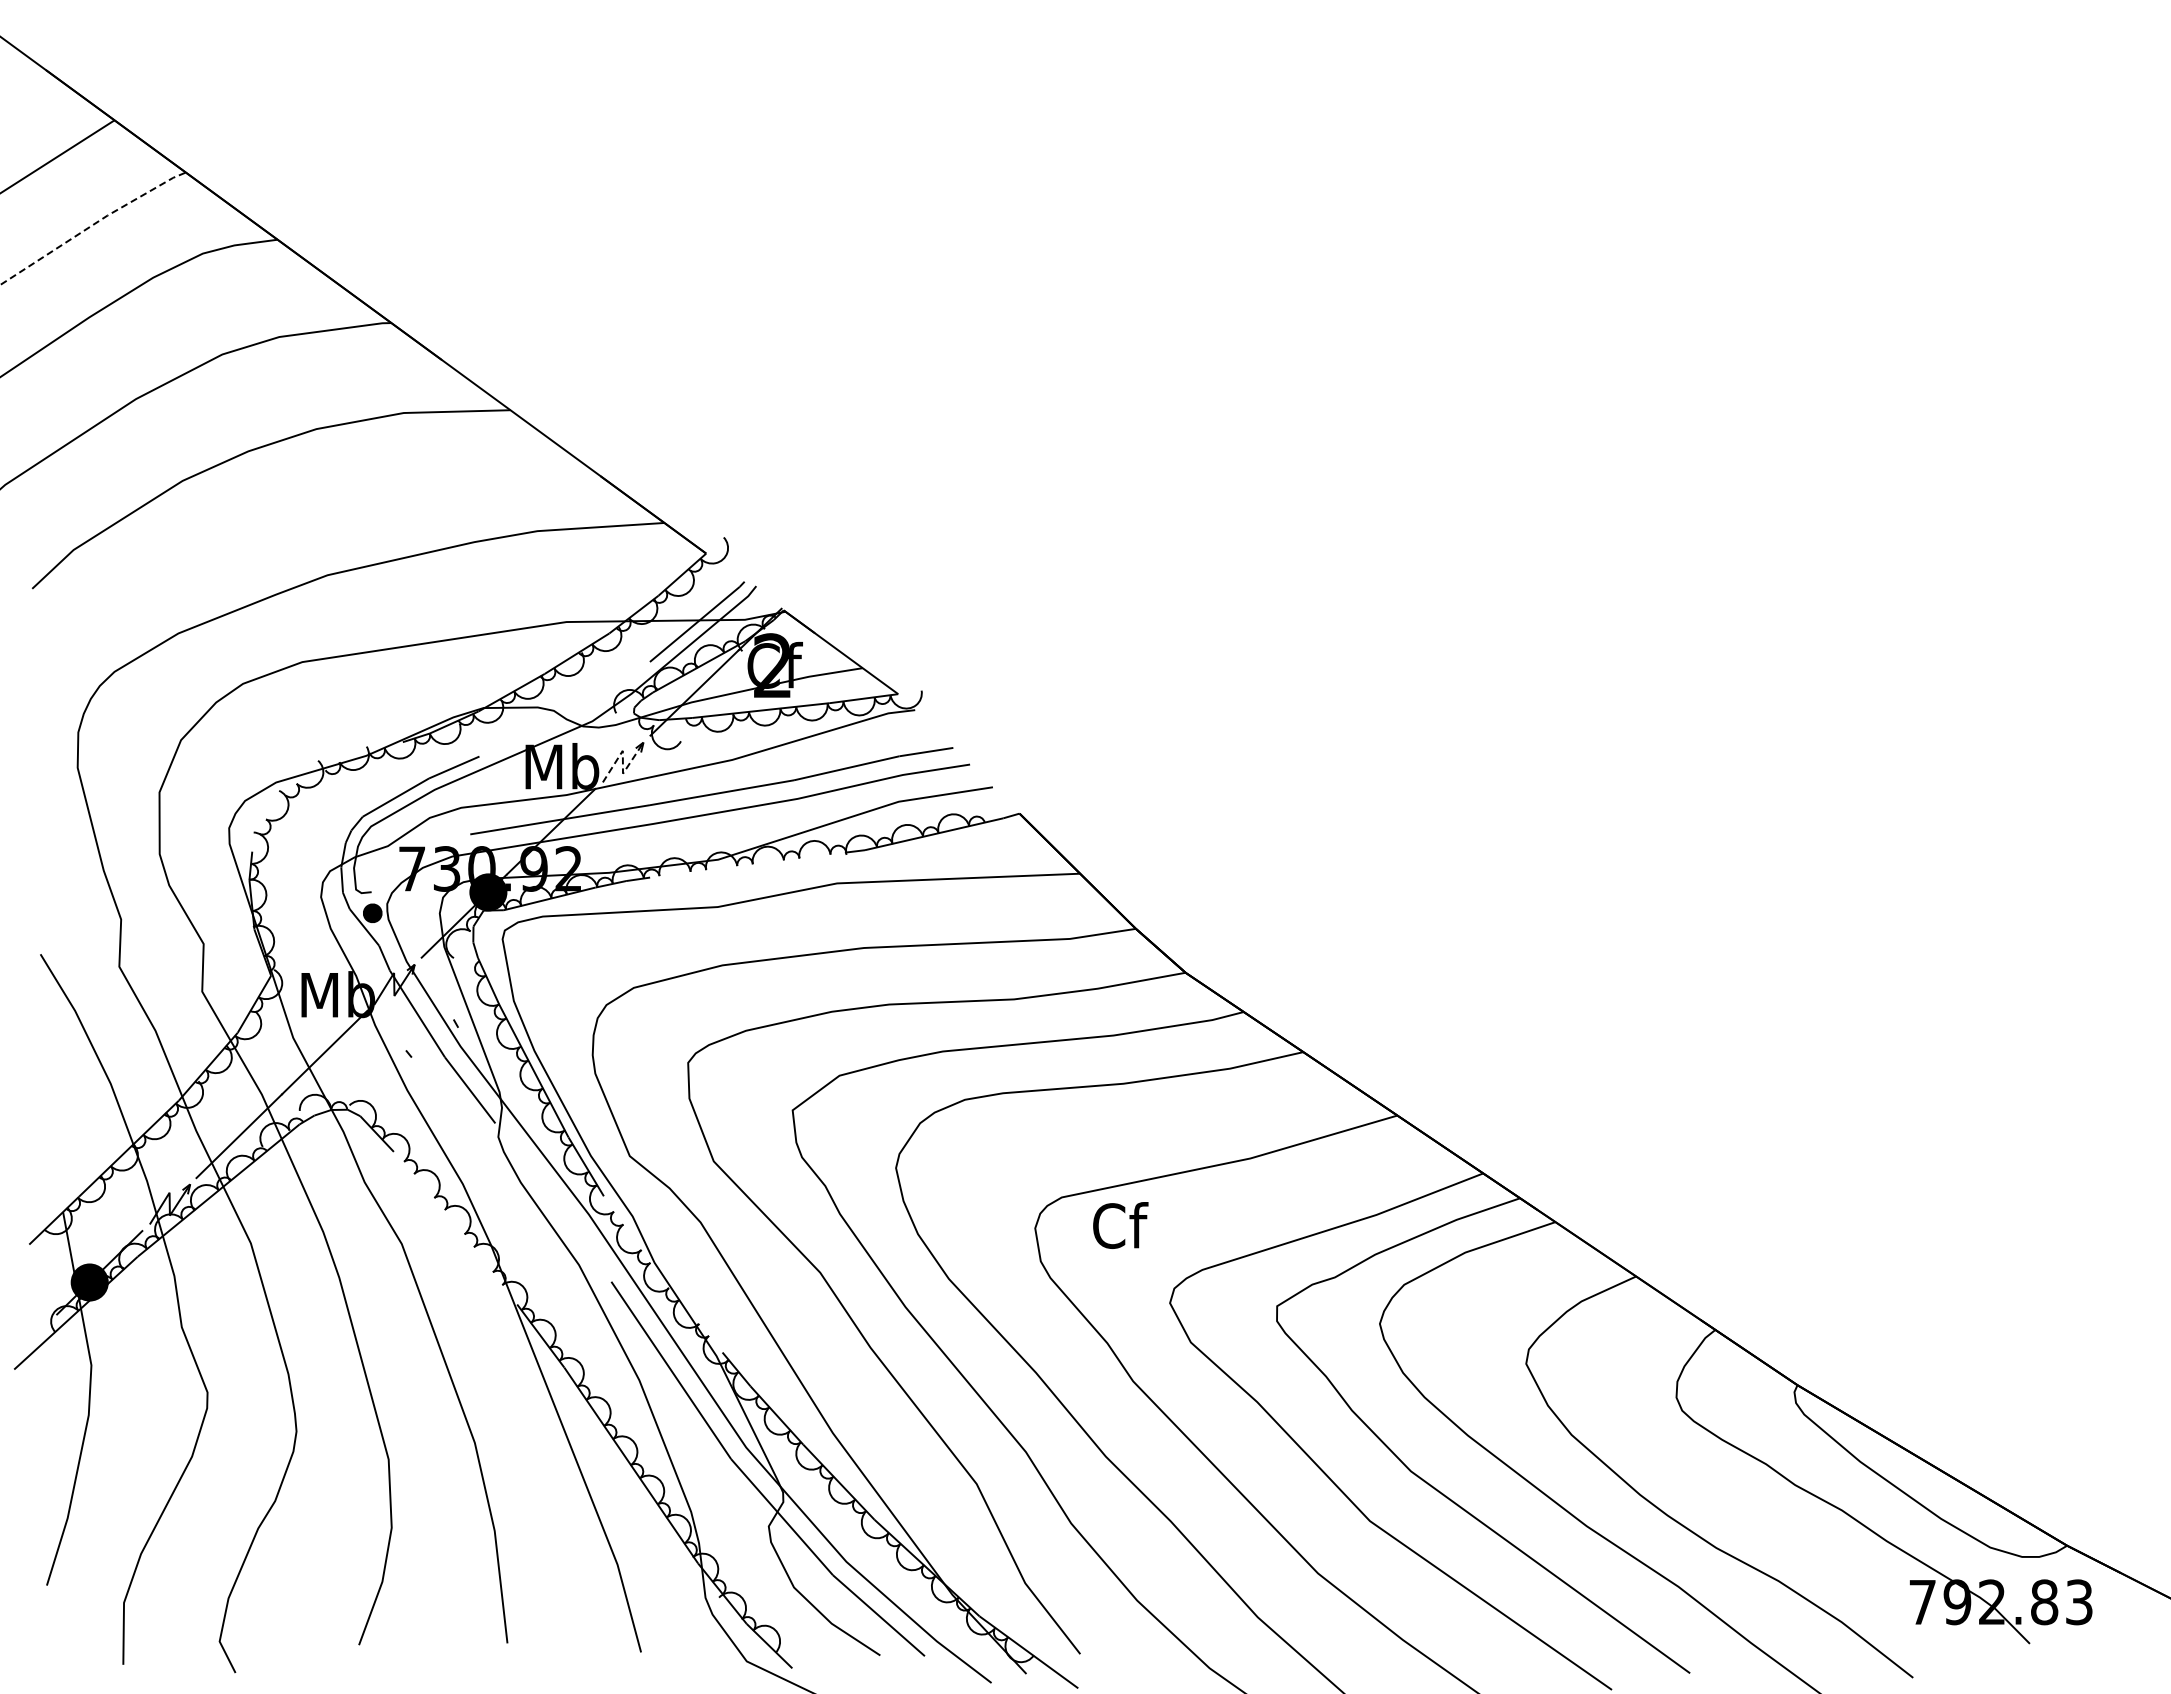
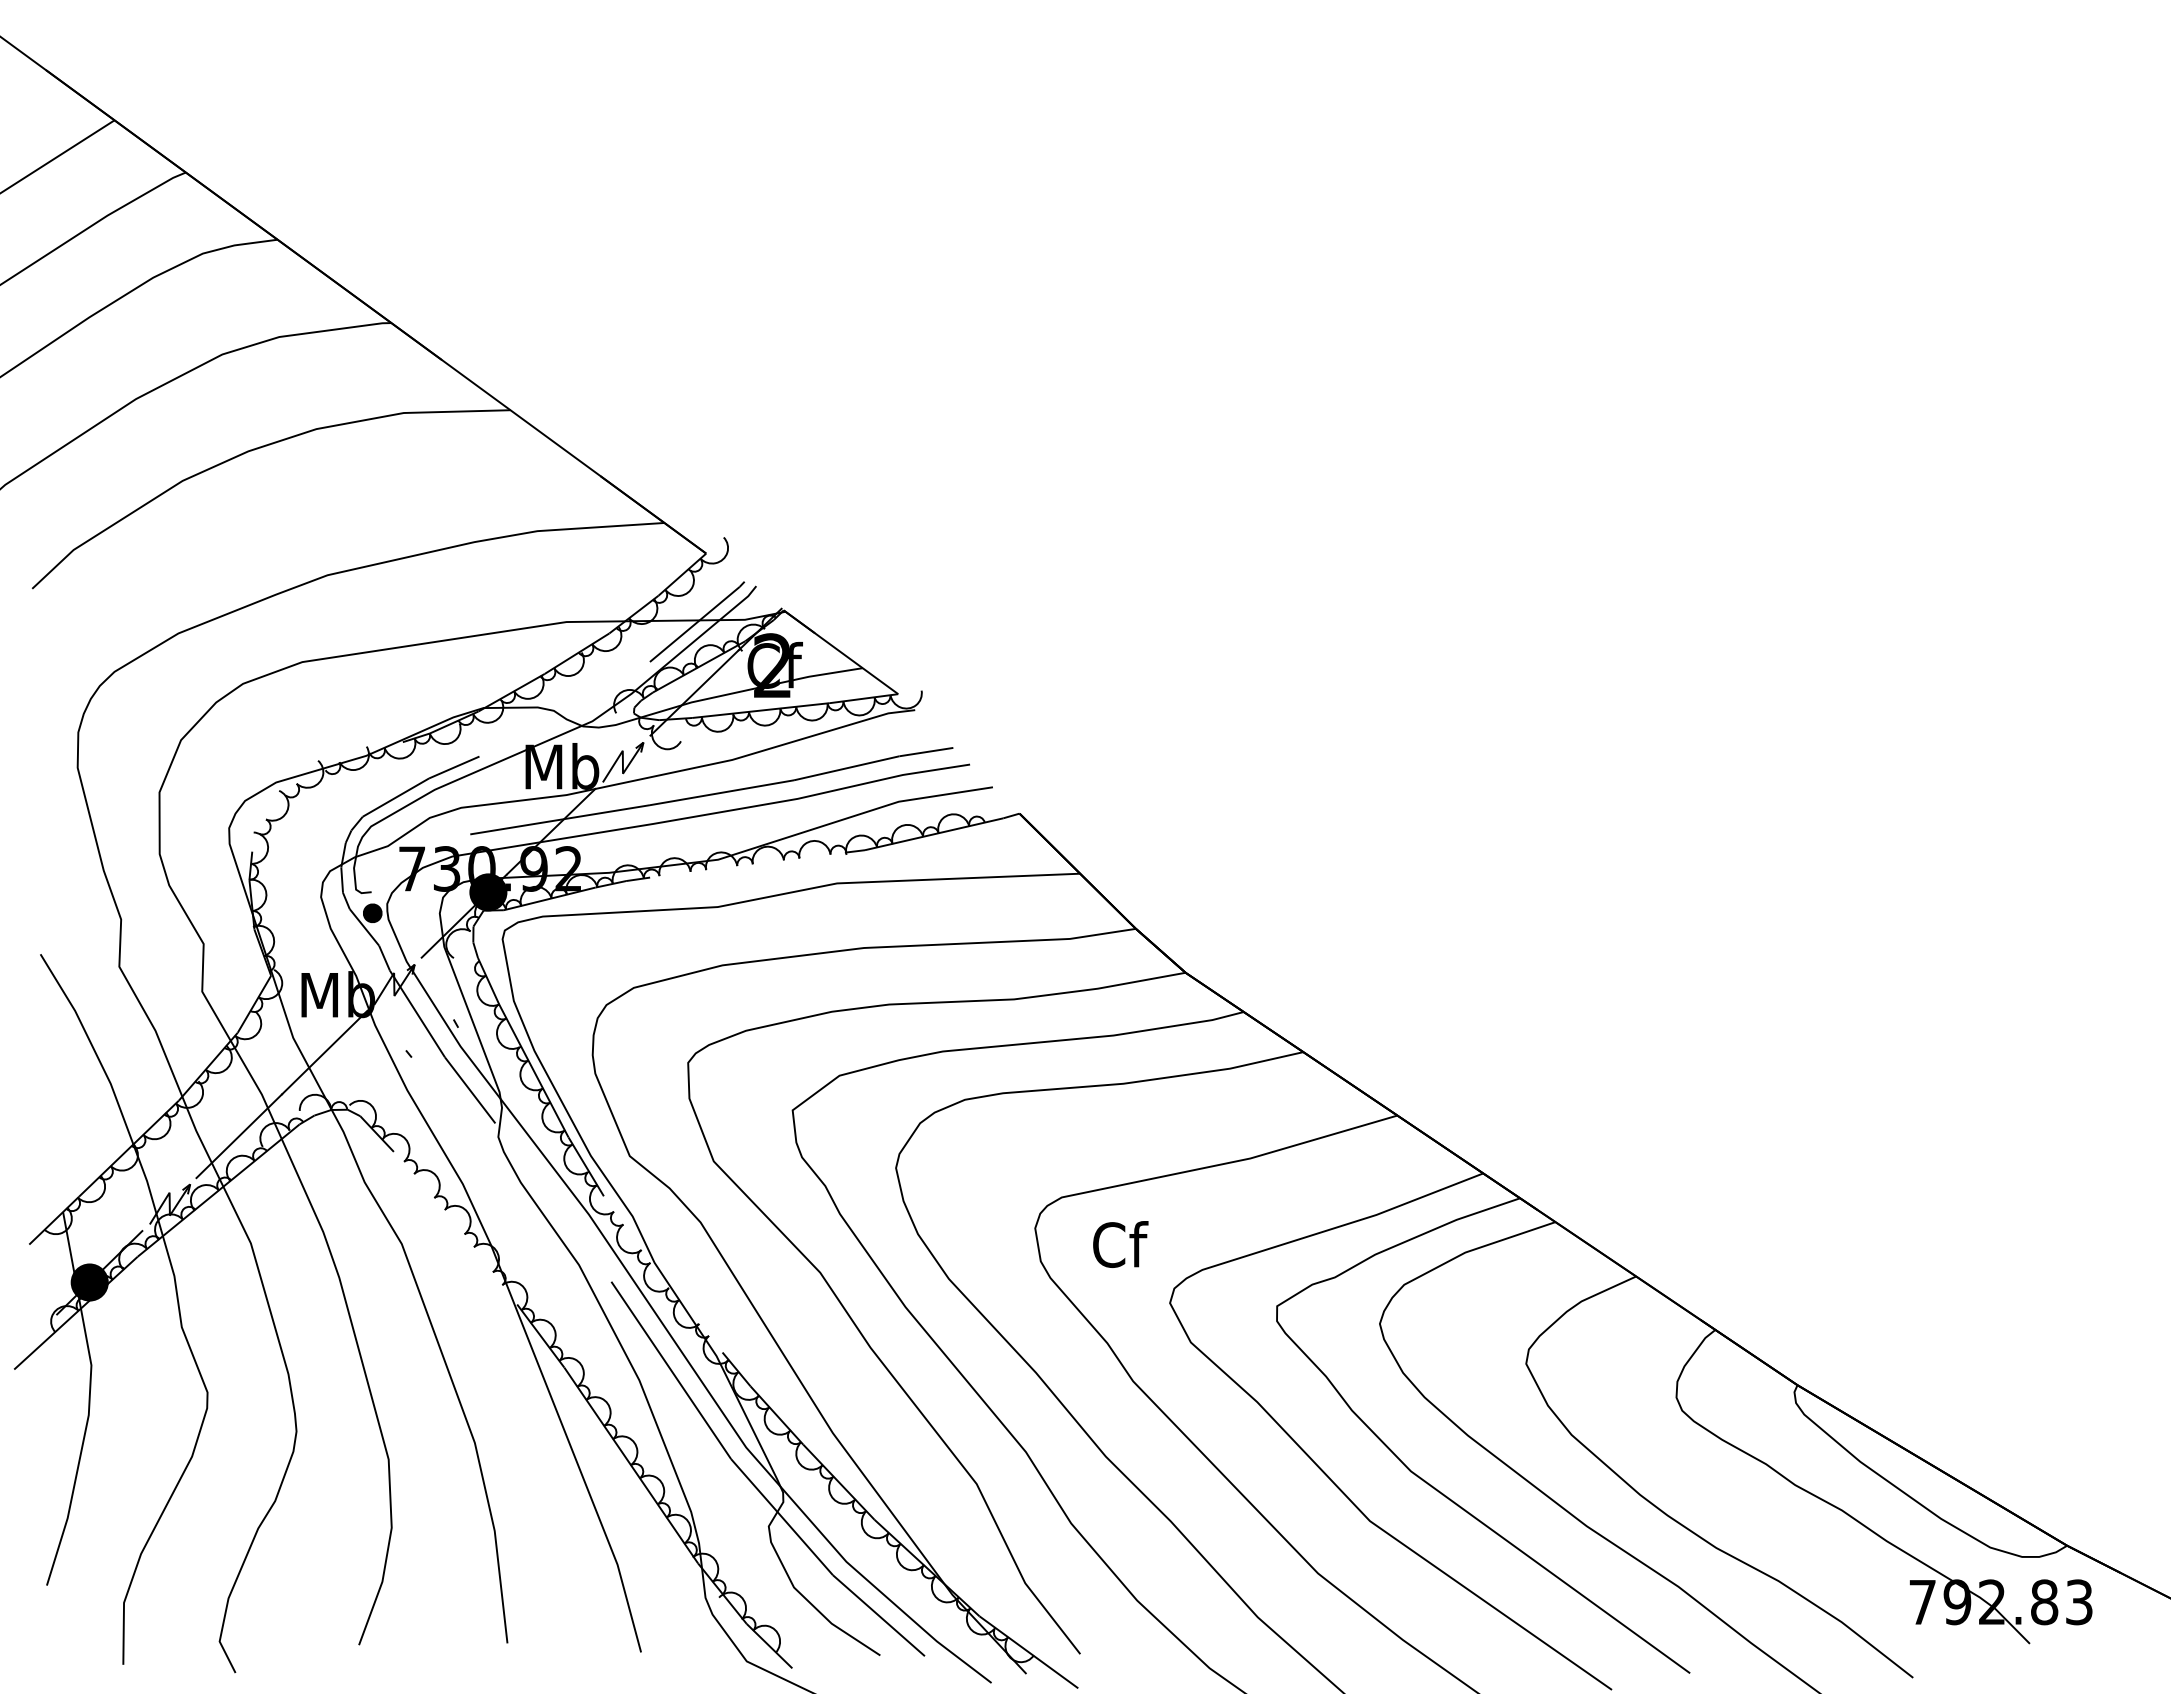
line at (92, 225): dashed -> solid
line at (622, 762): dashed -> solid
text at (1120, 1225) position: (1120, 1225) -> (1120, 1244)
